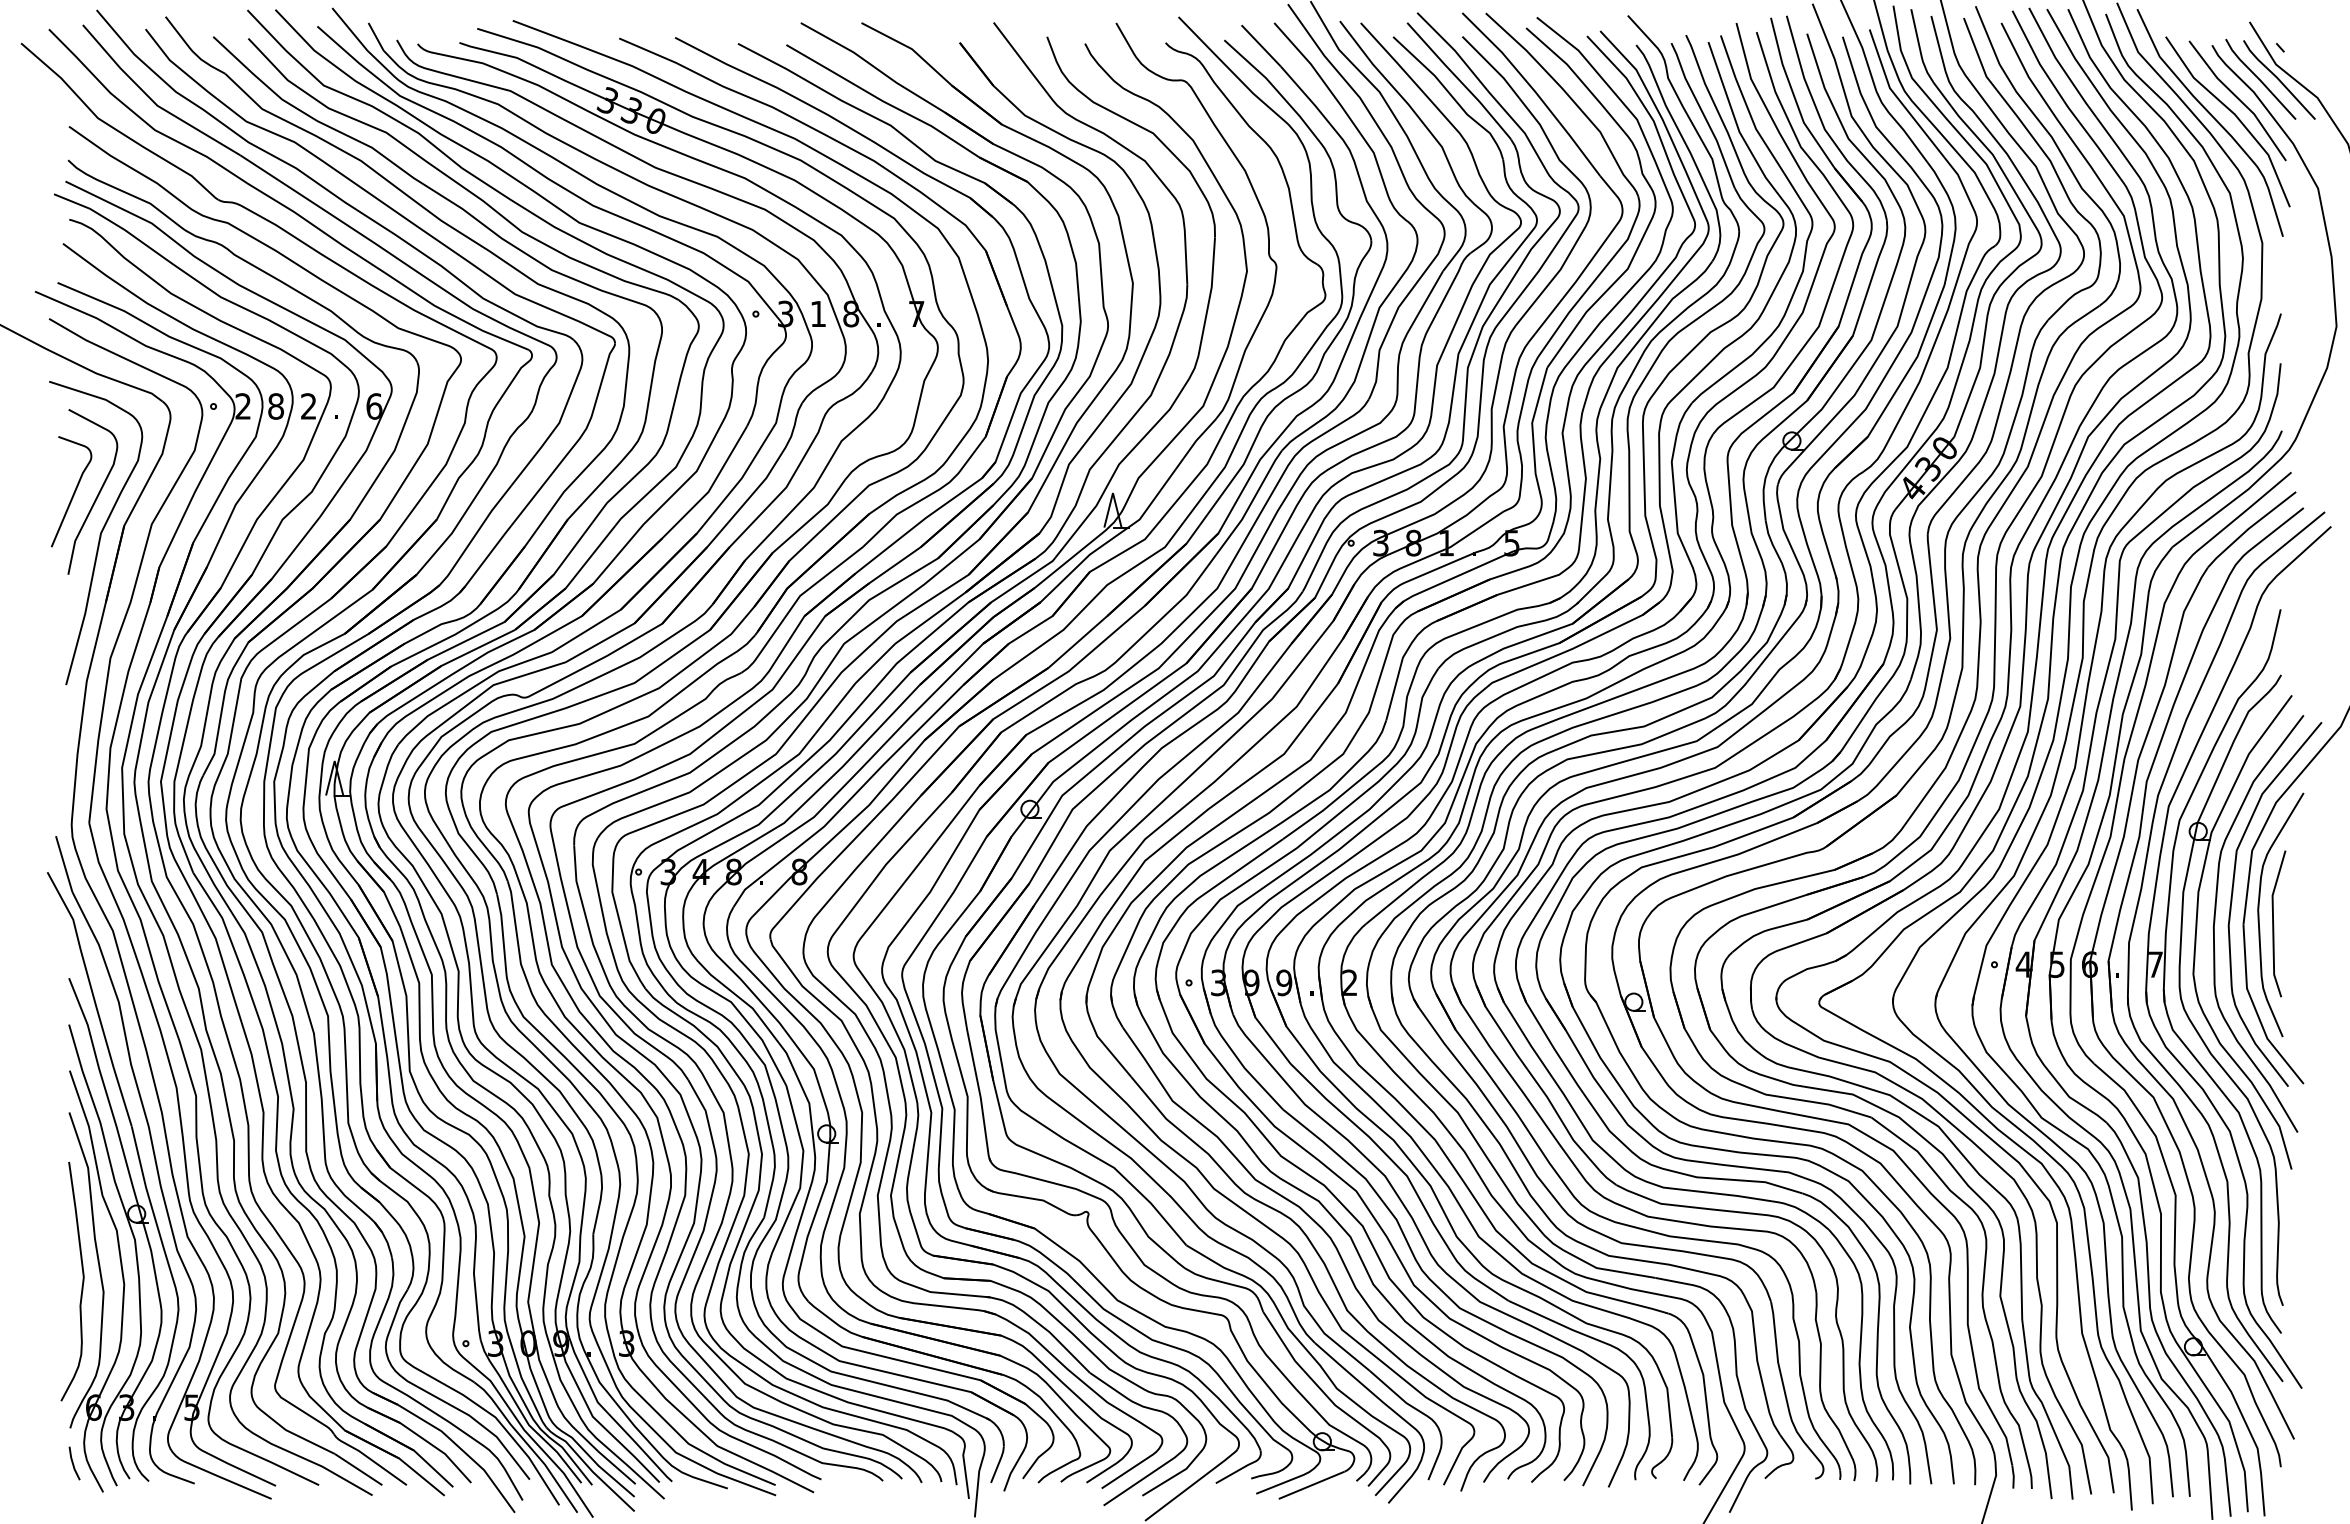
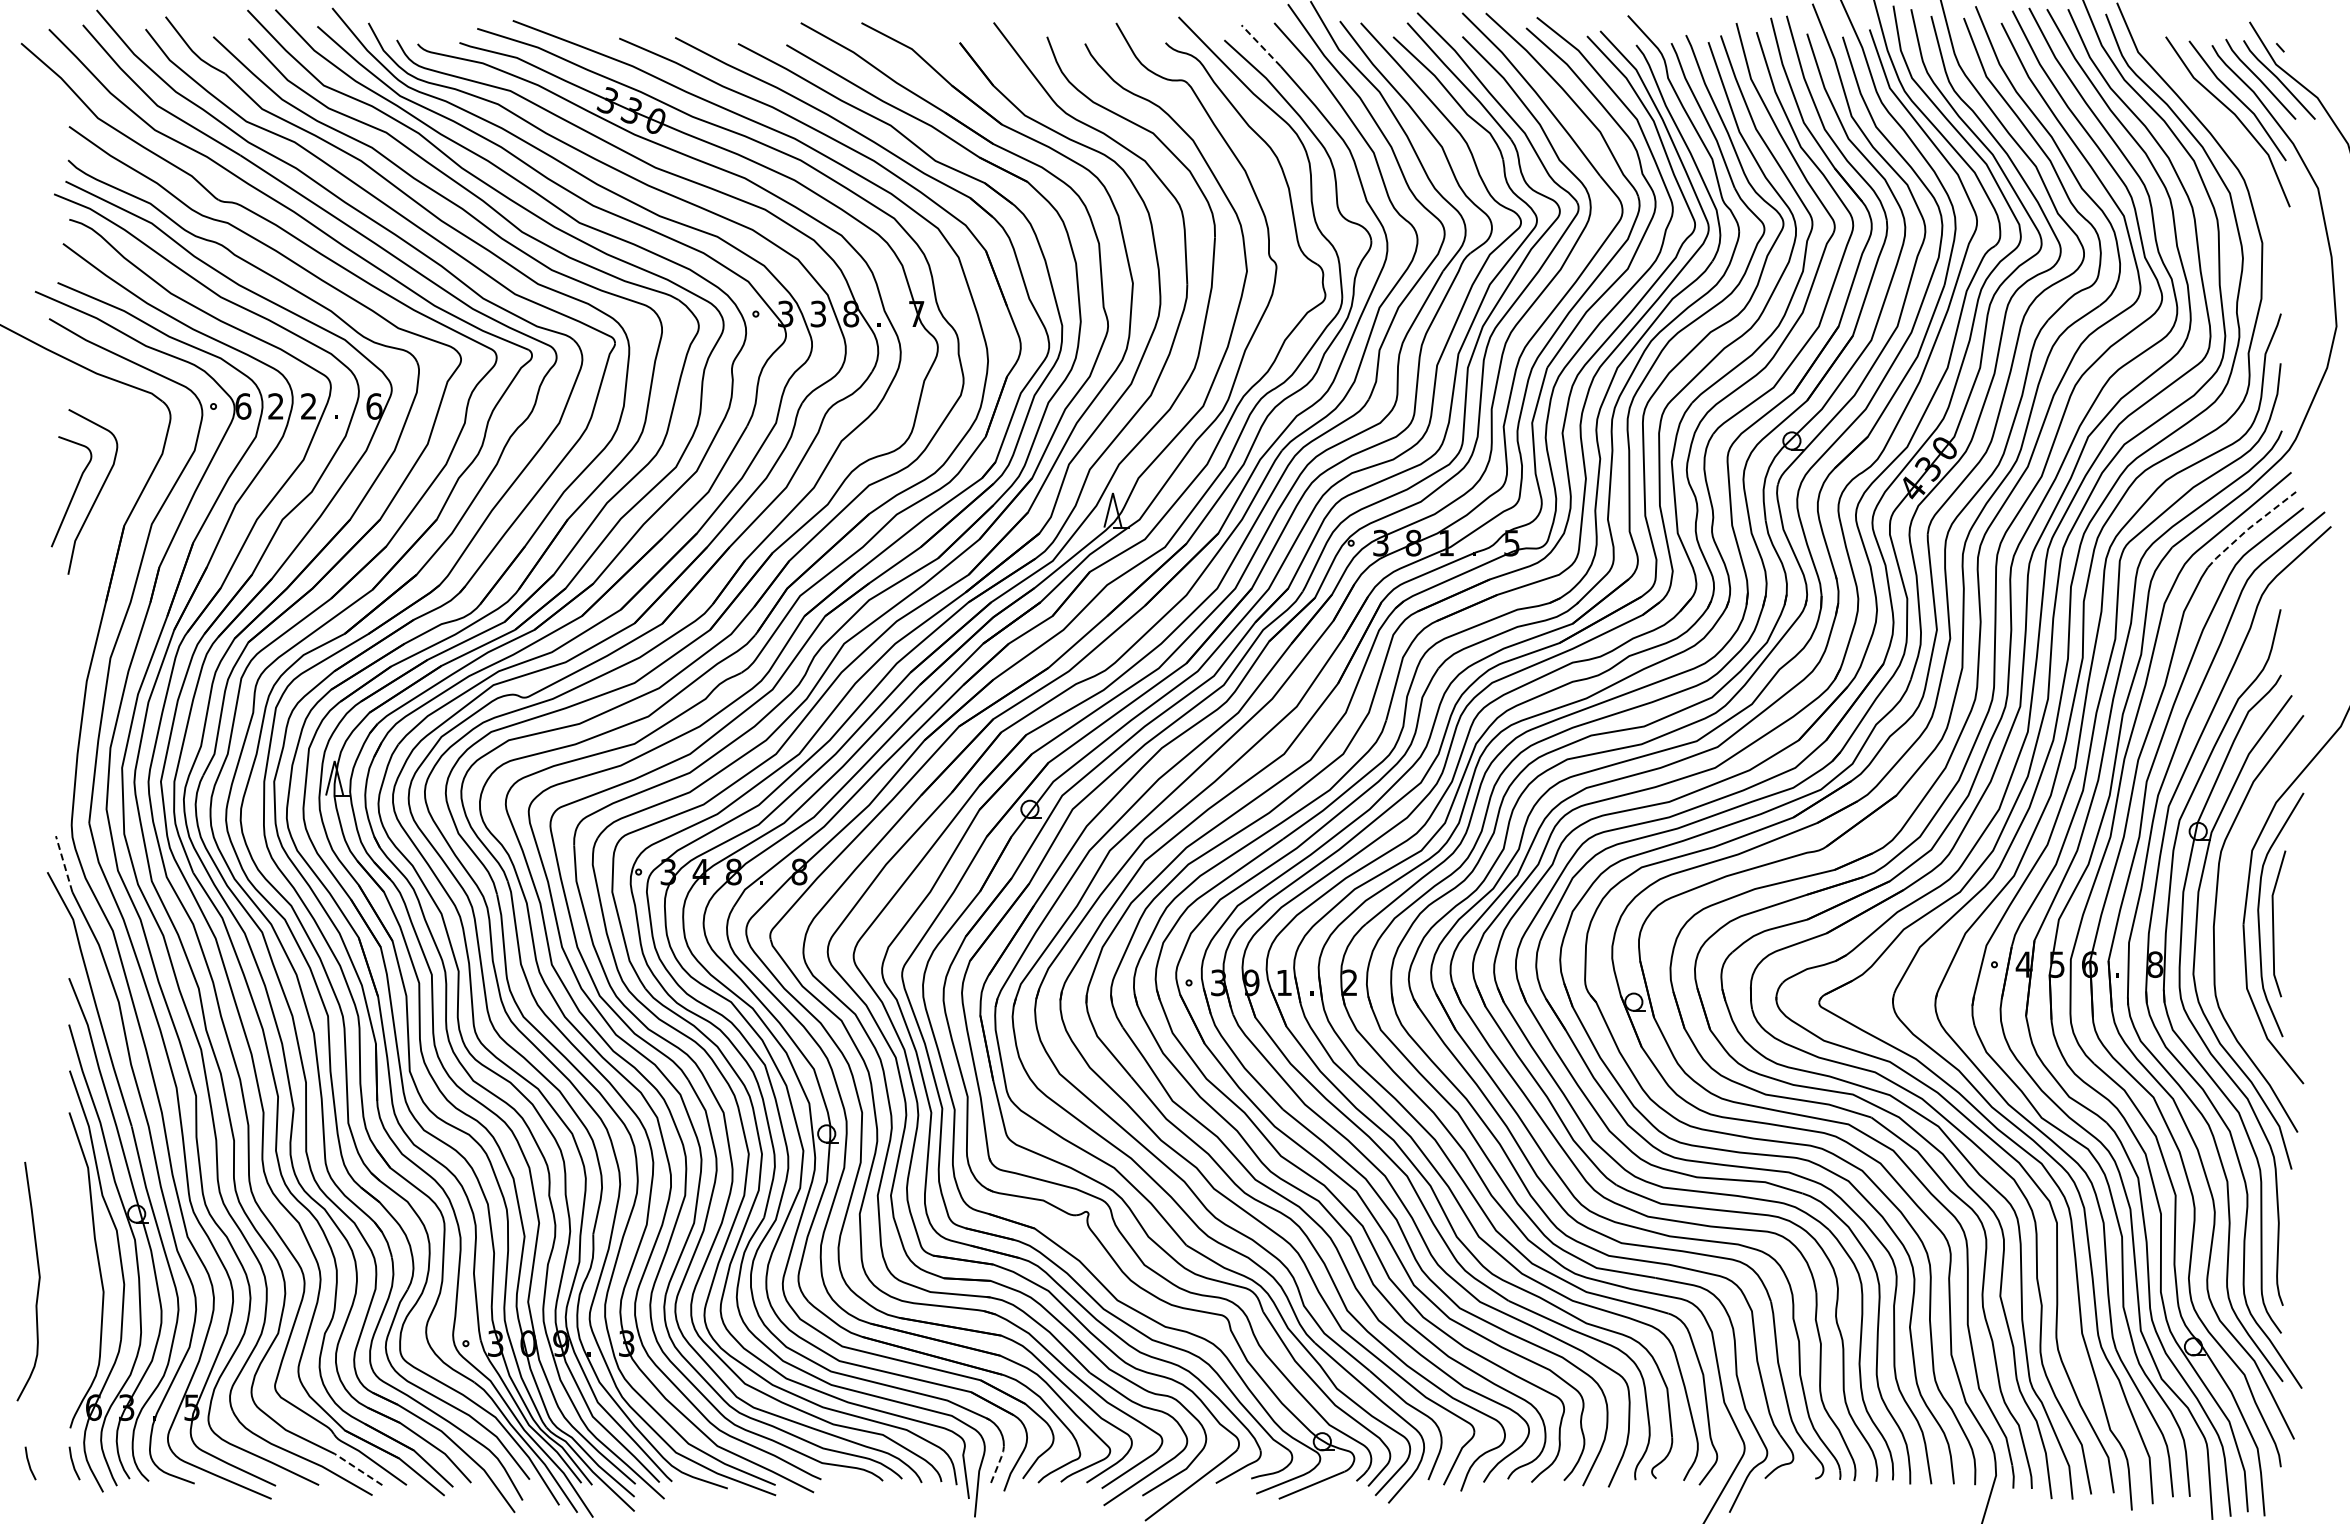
line at (1260, 45): solid -> dashed
curve at (2213, 118): present -> none
text at (817, 313): 1 -> 3
text at (243, 406): 2 -> 6
text at (276, 406): 8 -> 2
line at (2249, 528): solid -> dashed
curve at (99, 534): present -> none
line at (64, 863): solid -> dashed
curve at (2232, 902): present -> none
text at (2155, 964): 7 -> 8
text at (1284, 982): 9 -> 1
curve at (82, 1281) position: (82, 1281) -> (38, 1281)
line at (999, 1462): solid -> dashed
line at (29, 1463): none -> present
line at (358, 1469): solid -> dashed
